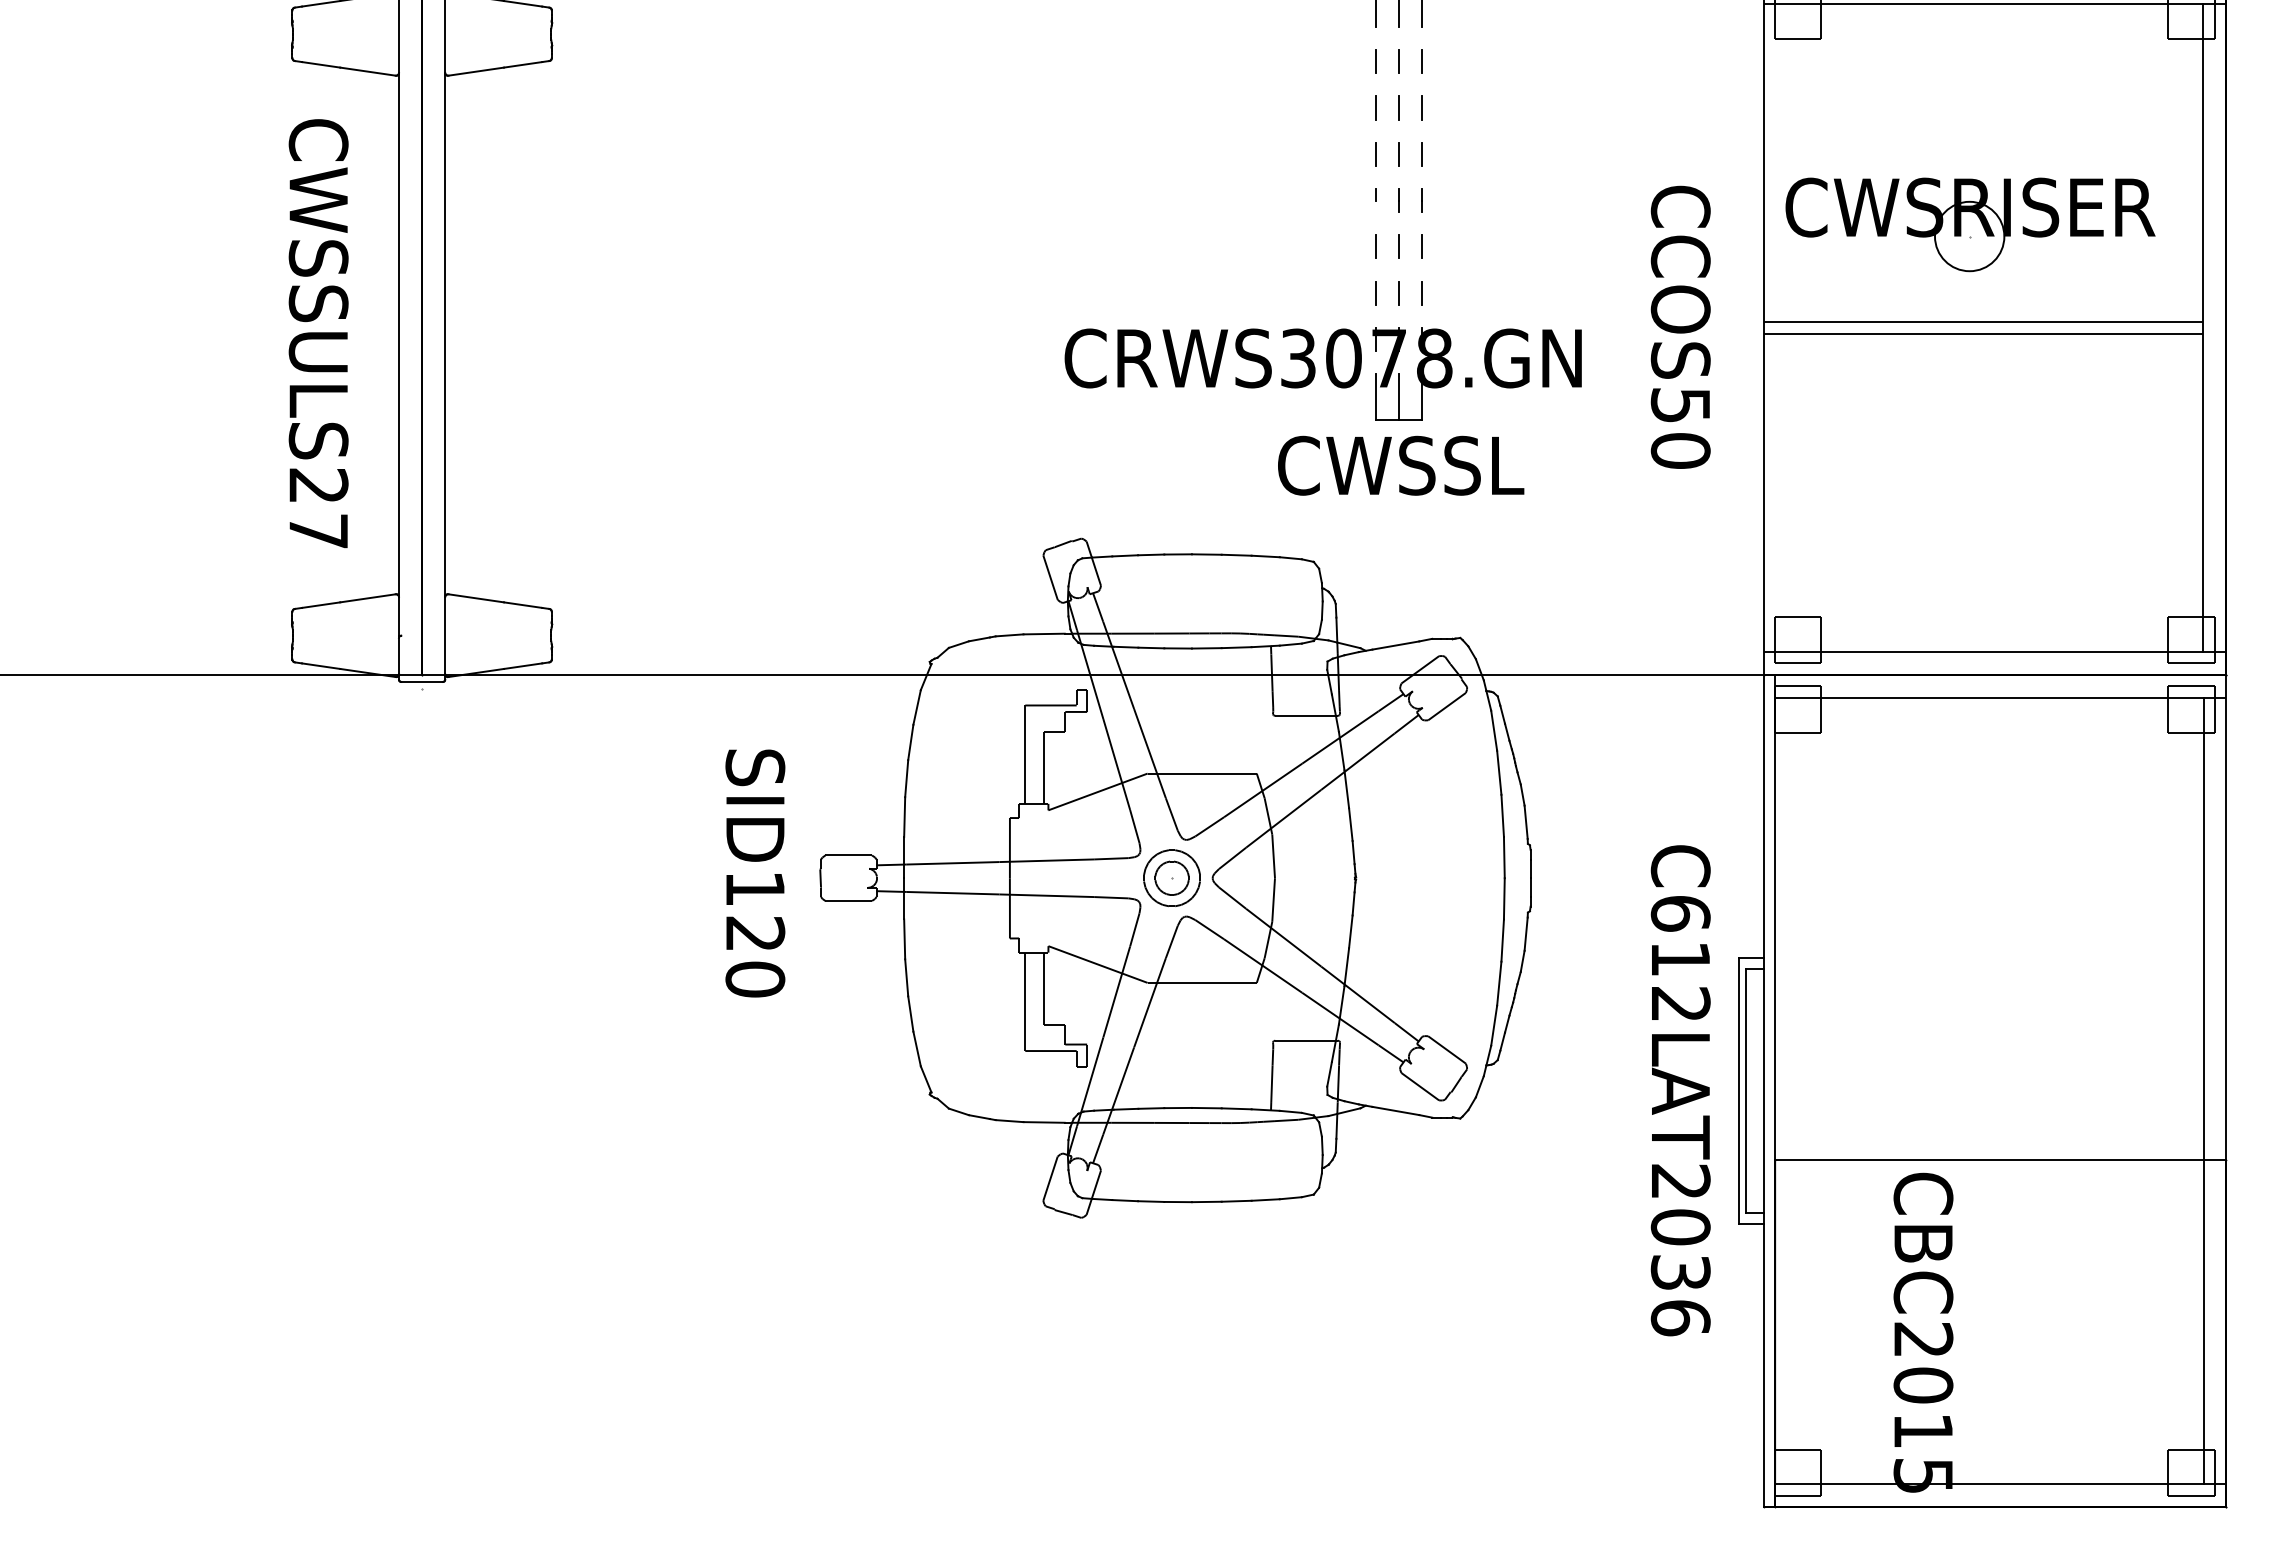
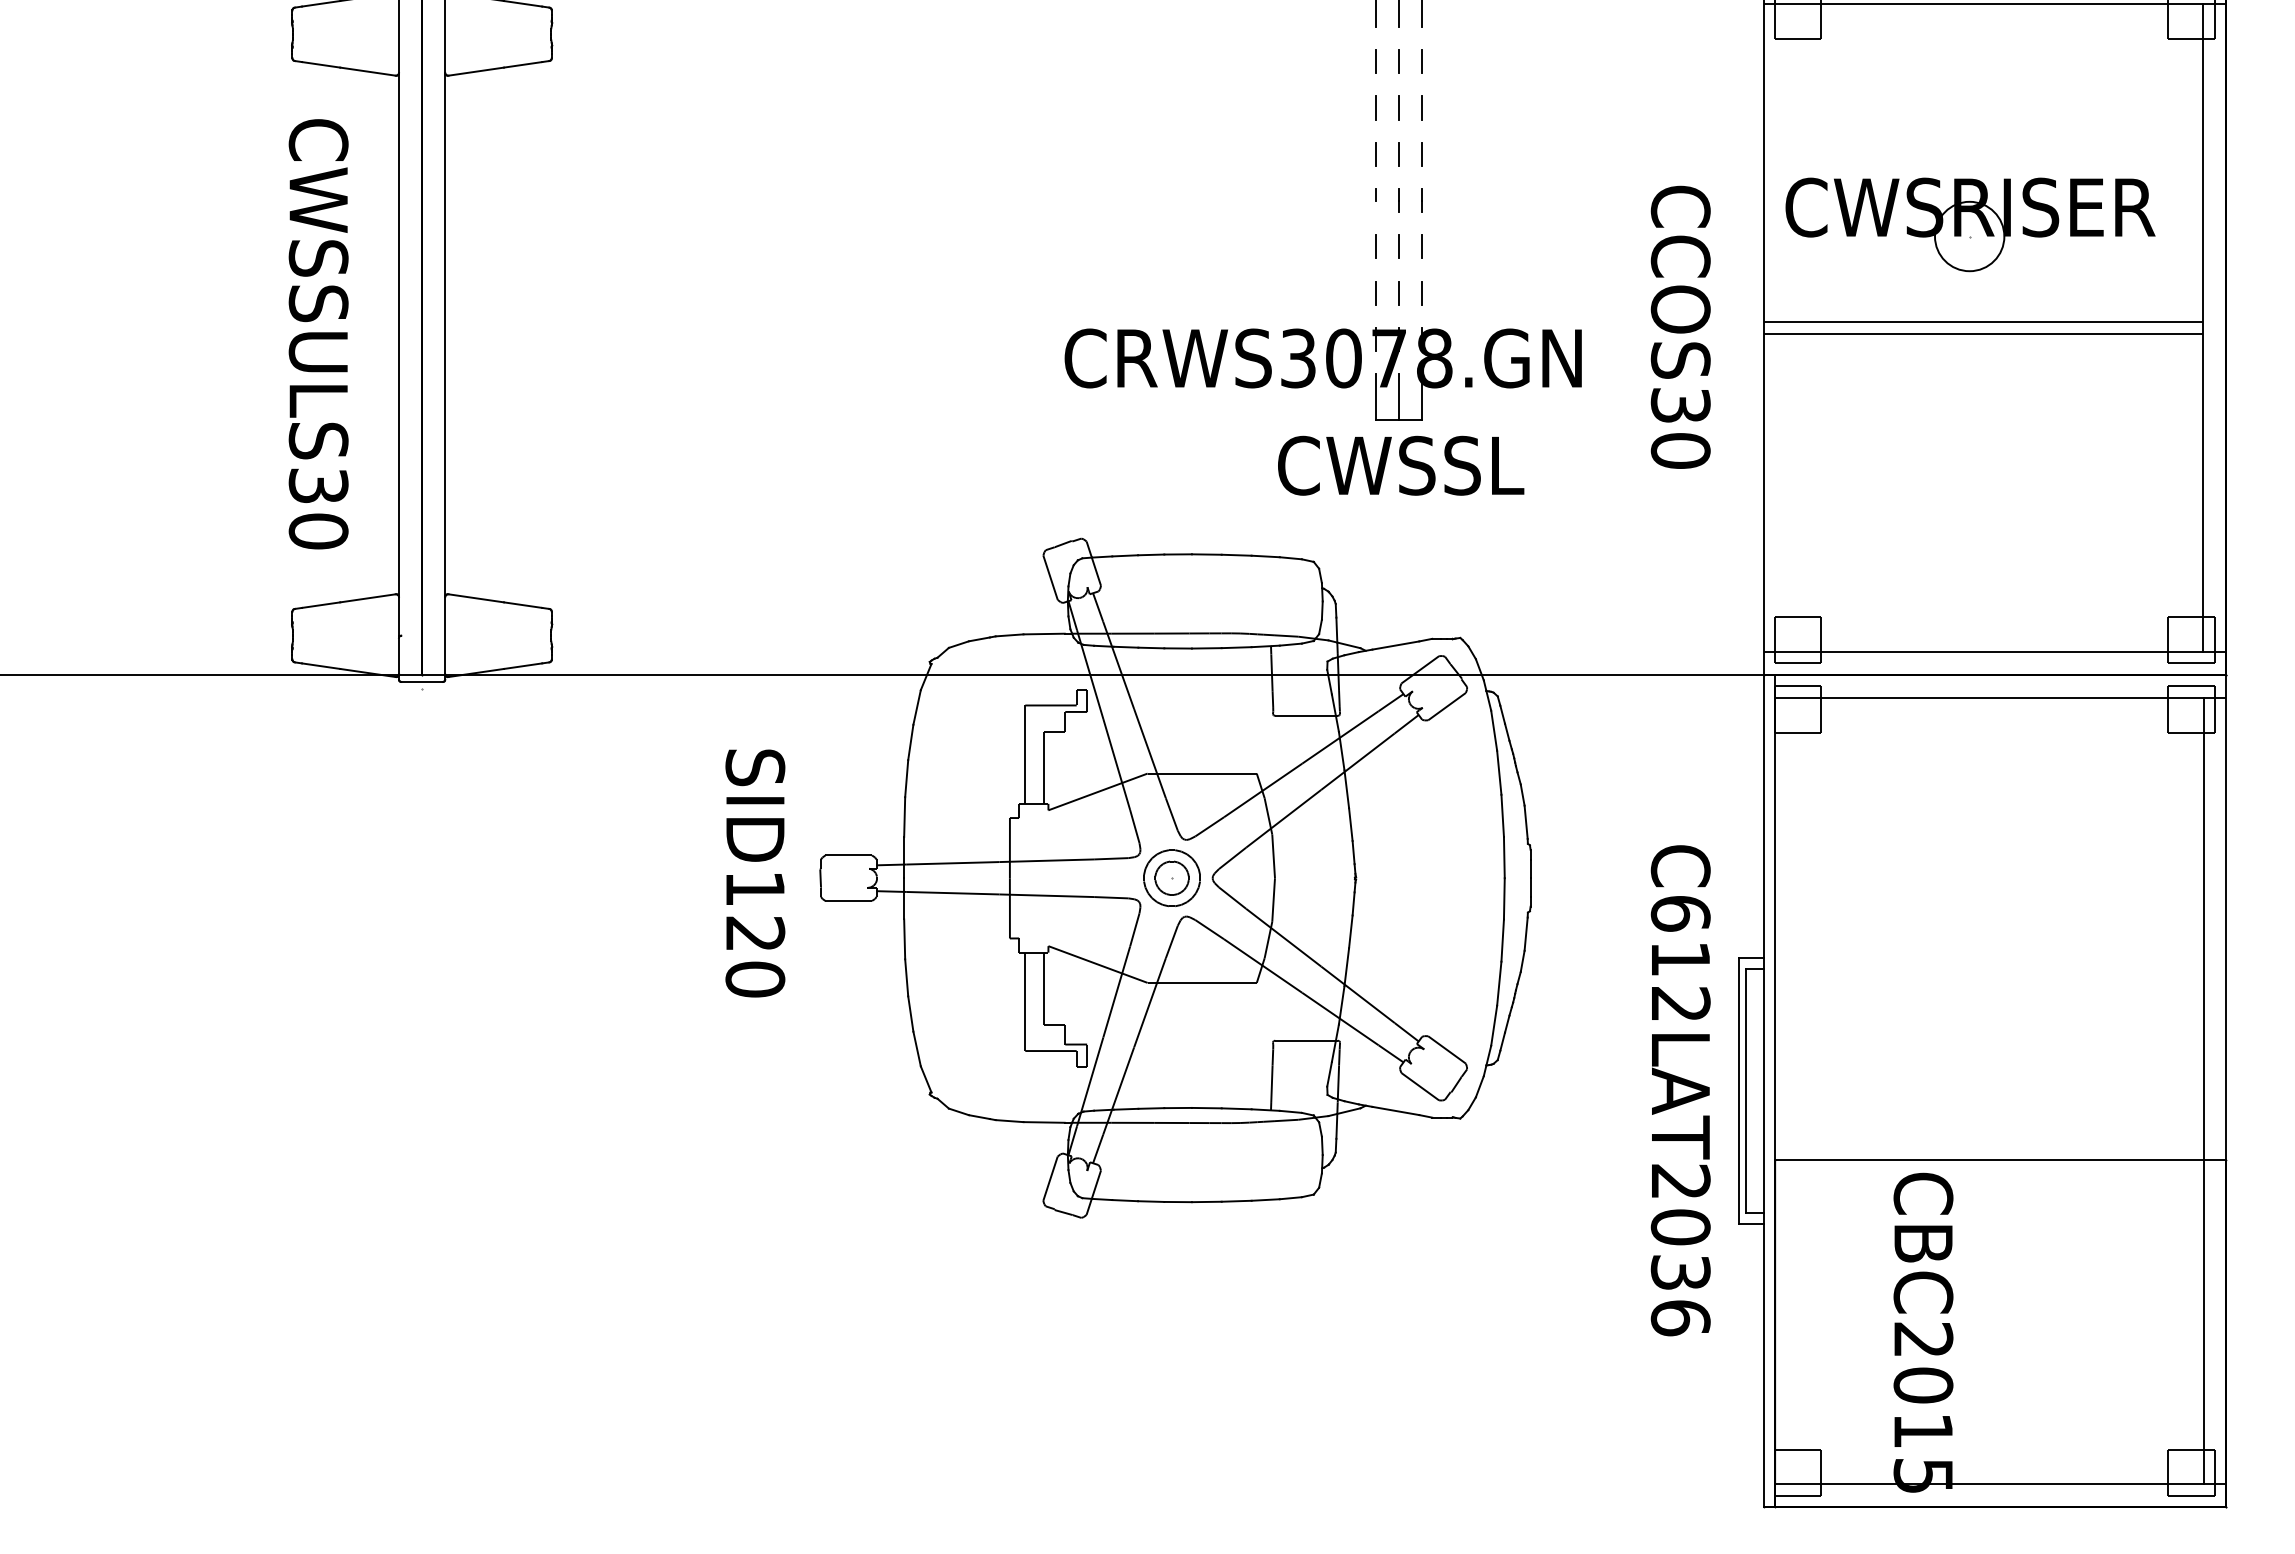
text at (1680, 405): CCOS50 -> CCOS30
text at (318, 508): CWSSULS27 -> CWSSULS30
